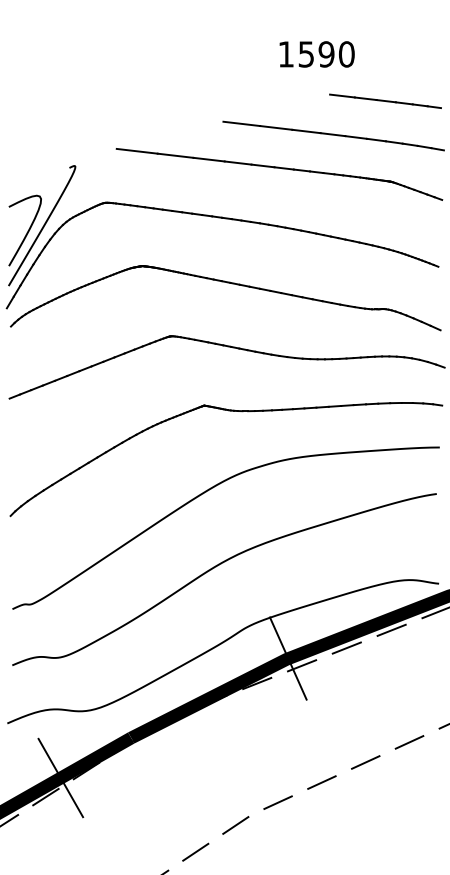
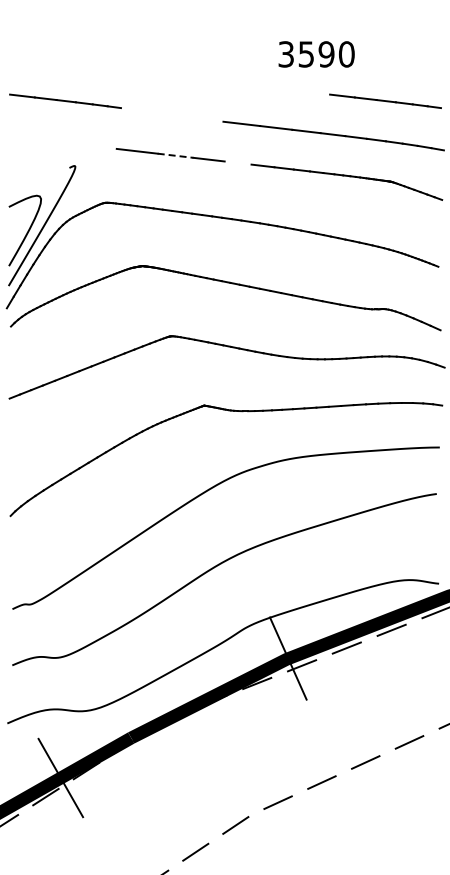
text at (285, 54): 1590 -> 3590
line at (65, 100): none -> present
line at (176, 155): solid -> dashed
line at (237, 162): present -> none
